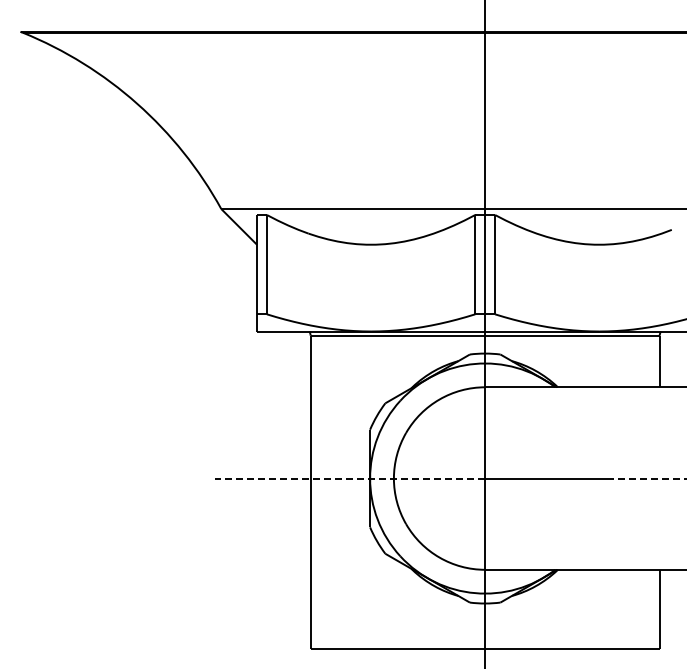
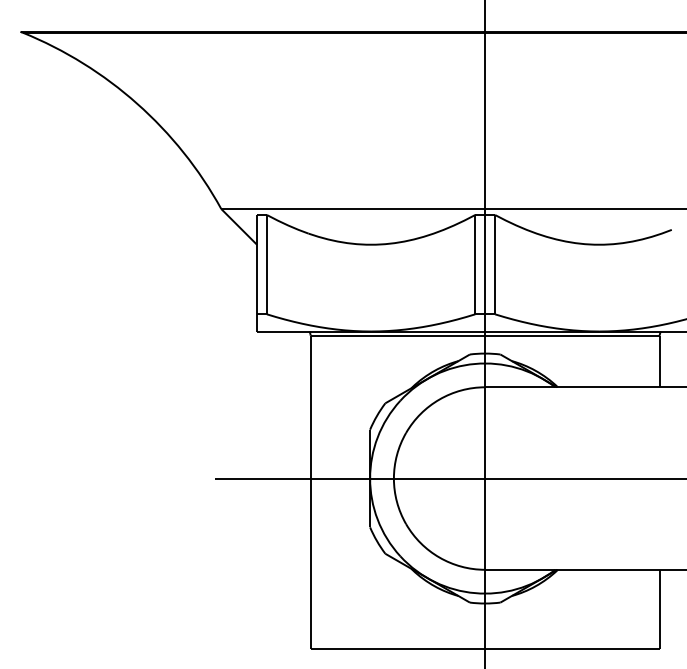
line at (350, 478): dashed -> solid
line at (646, 478): dashed -> solid
